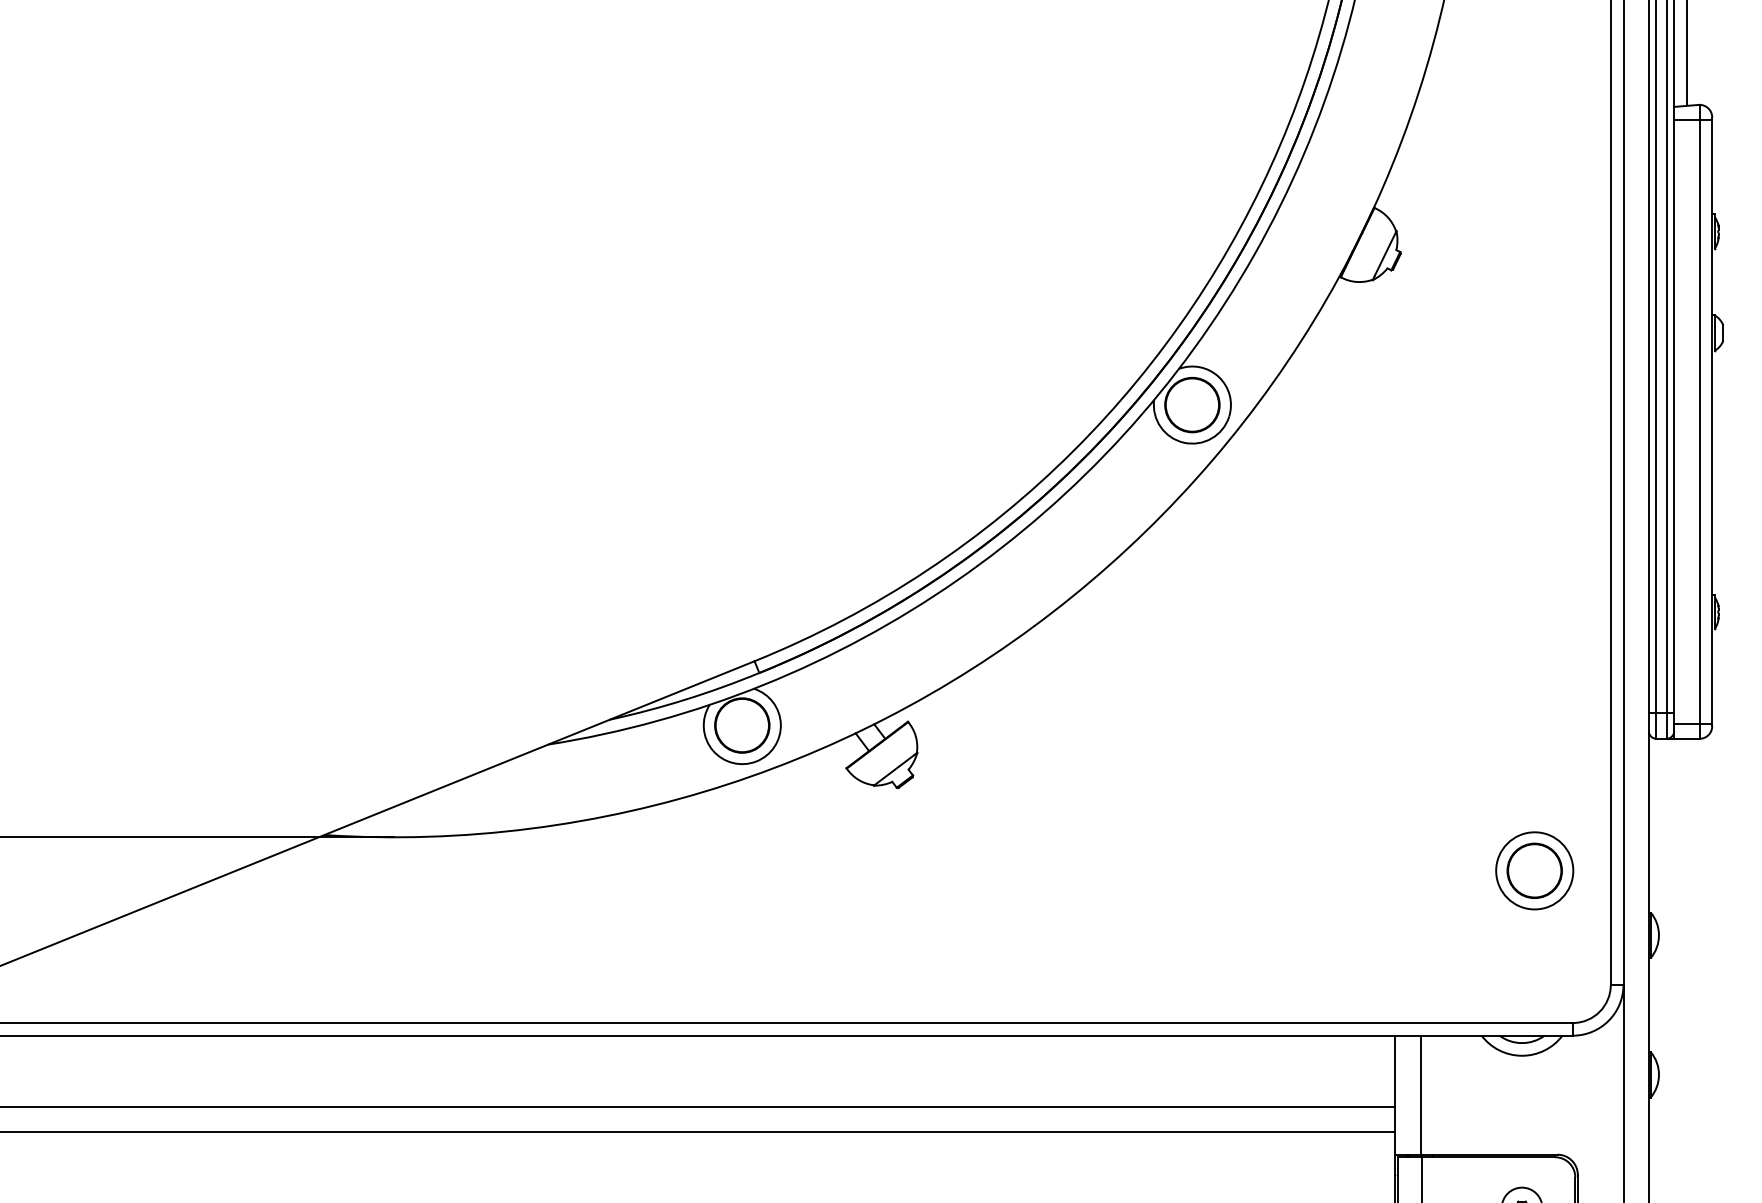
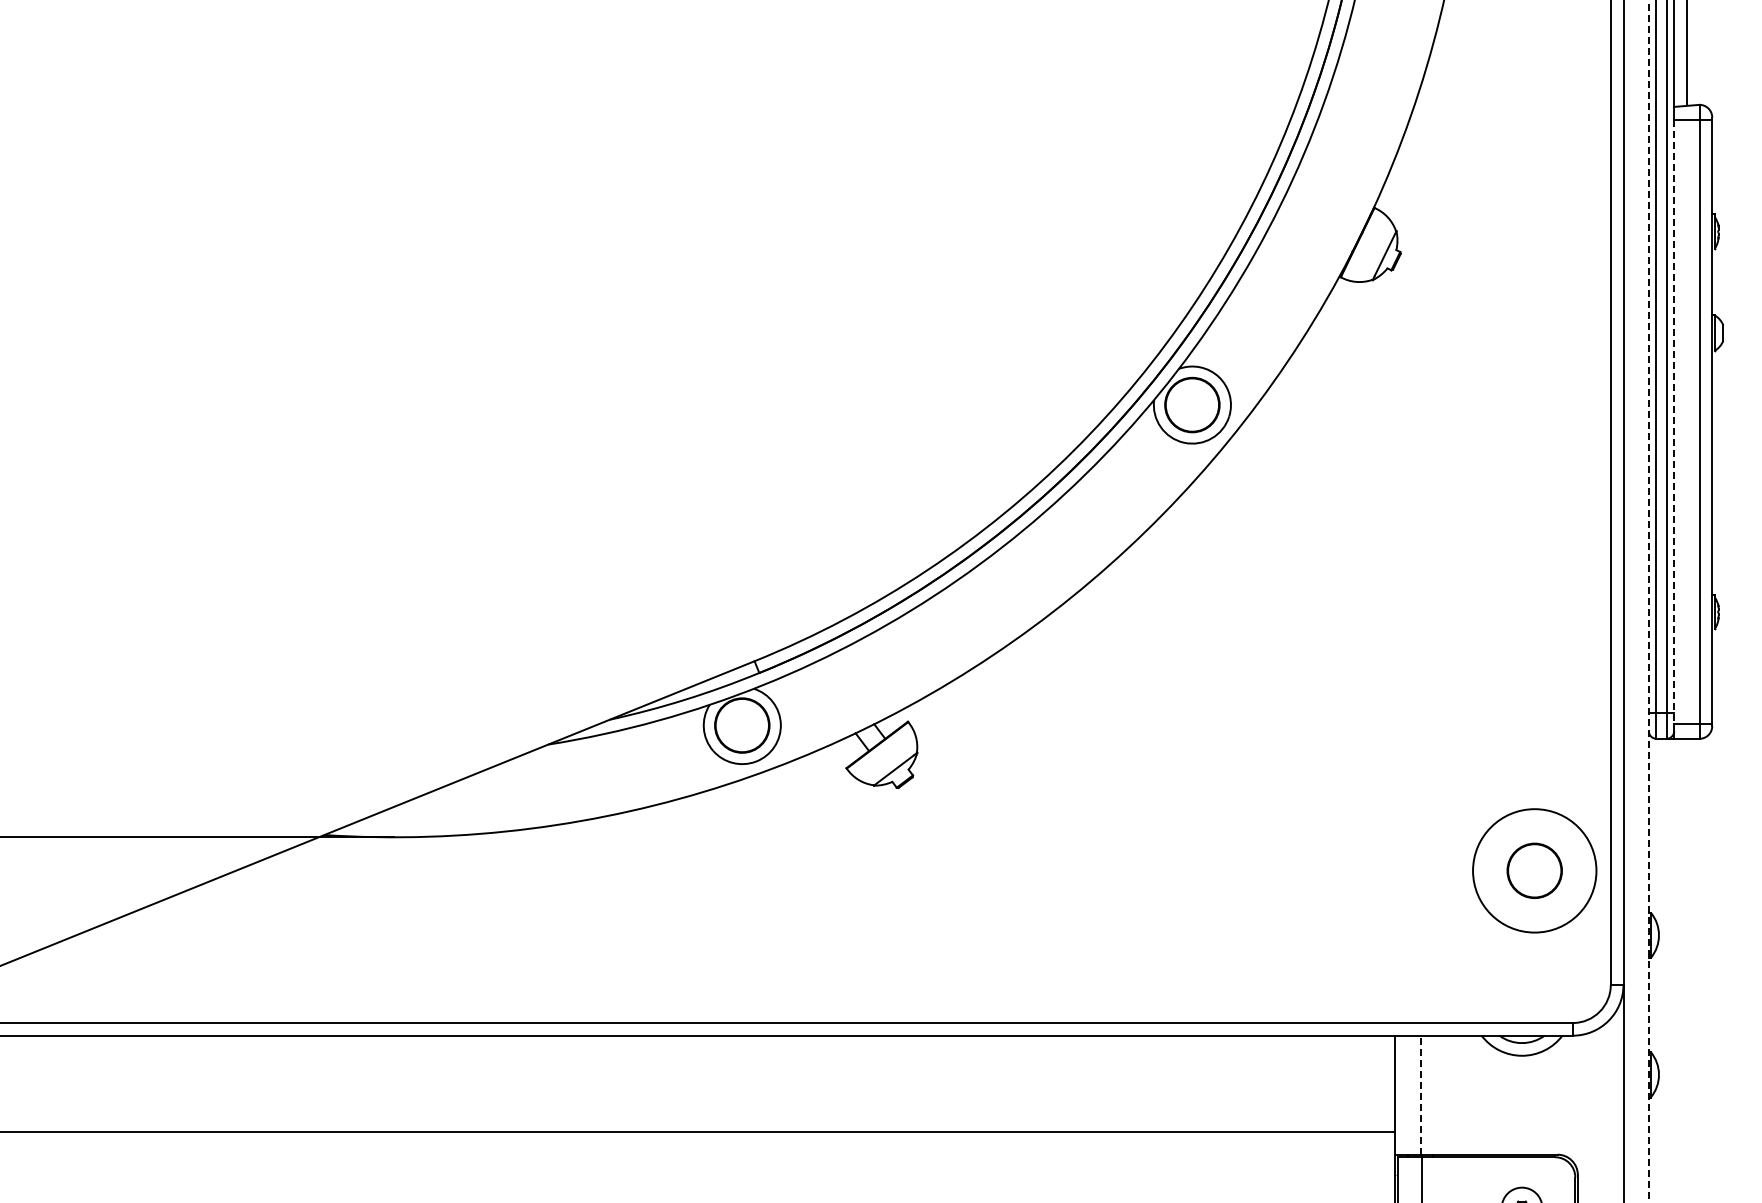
line at (1674, 421): solid -> dashed
line at (1648, 601): solid -> dashed
circle at (1534, 870) diameter: 77 px -> 123 px
line at (1420, 1094): solid -> dashed
line at (698, 1106): present -> none
